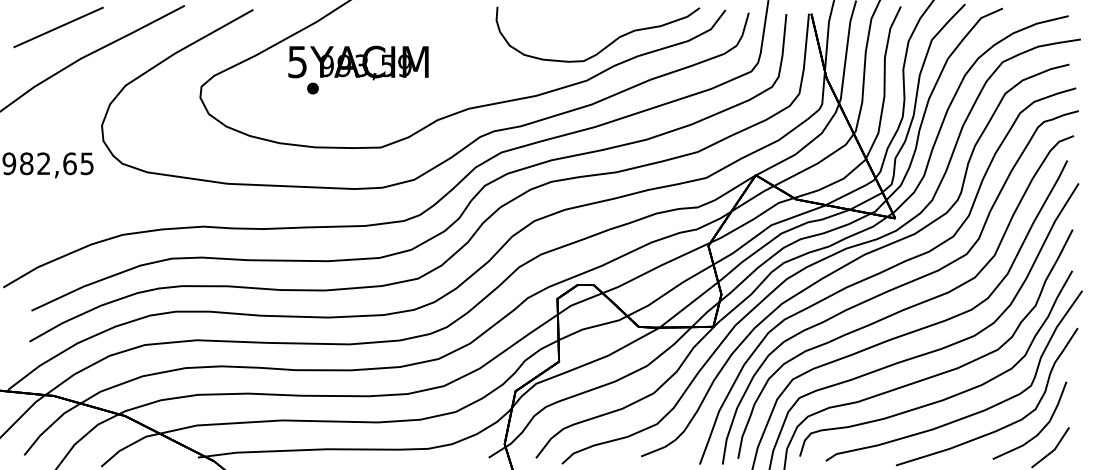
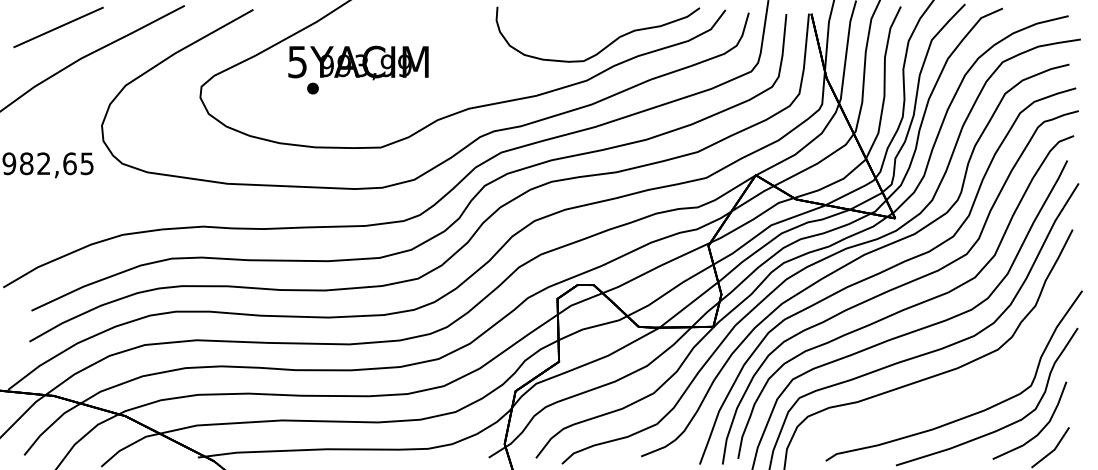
text at (385, 65): 993,59 -> 993,99
part at (946, 397): present -> none
